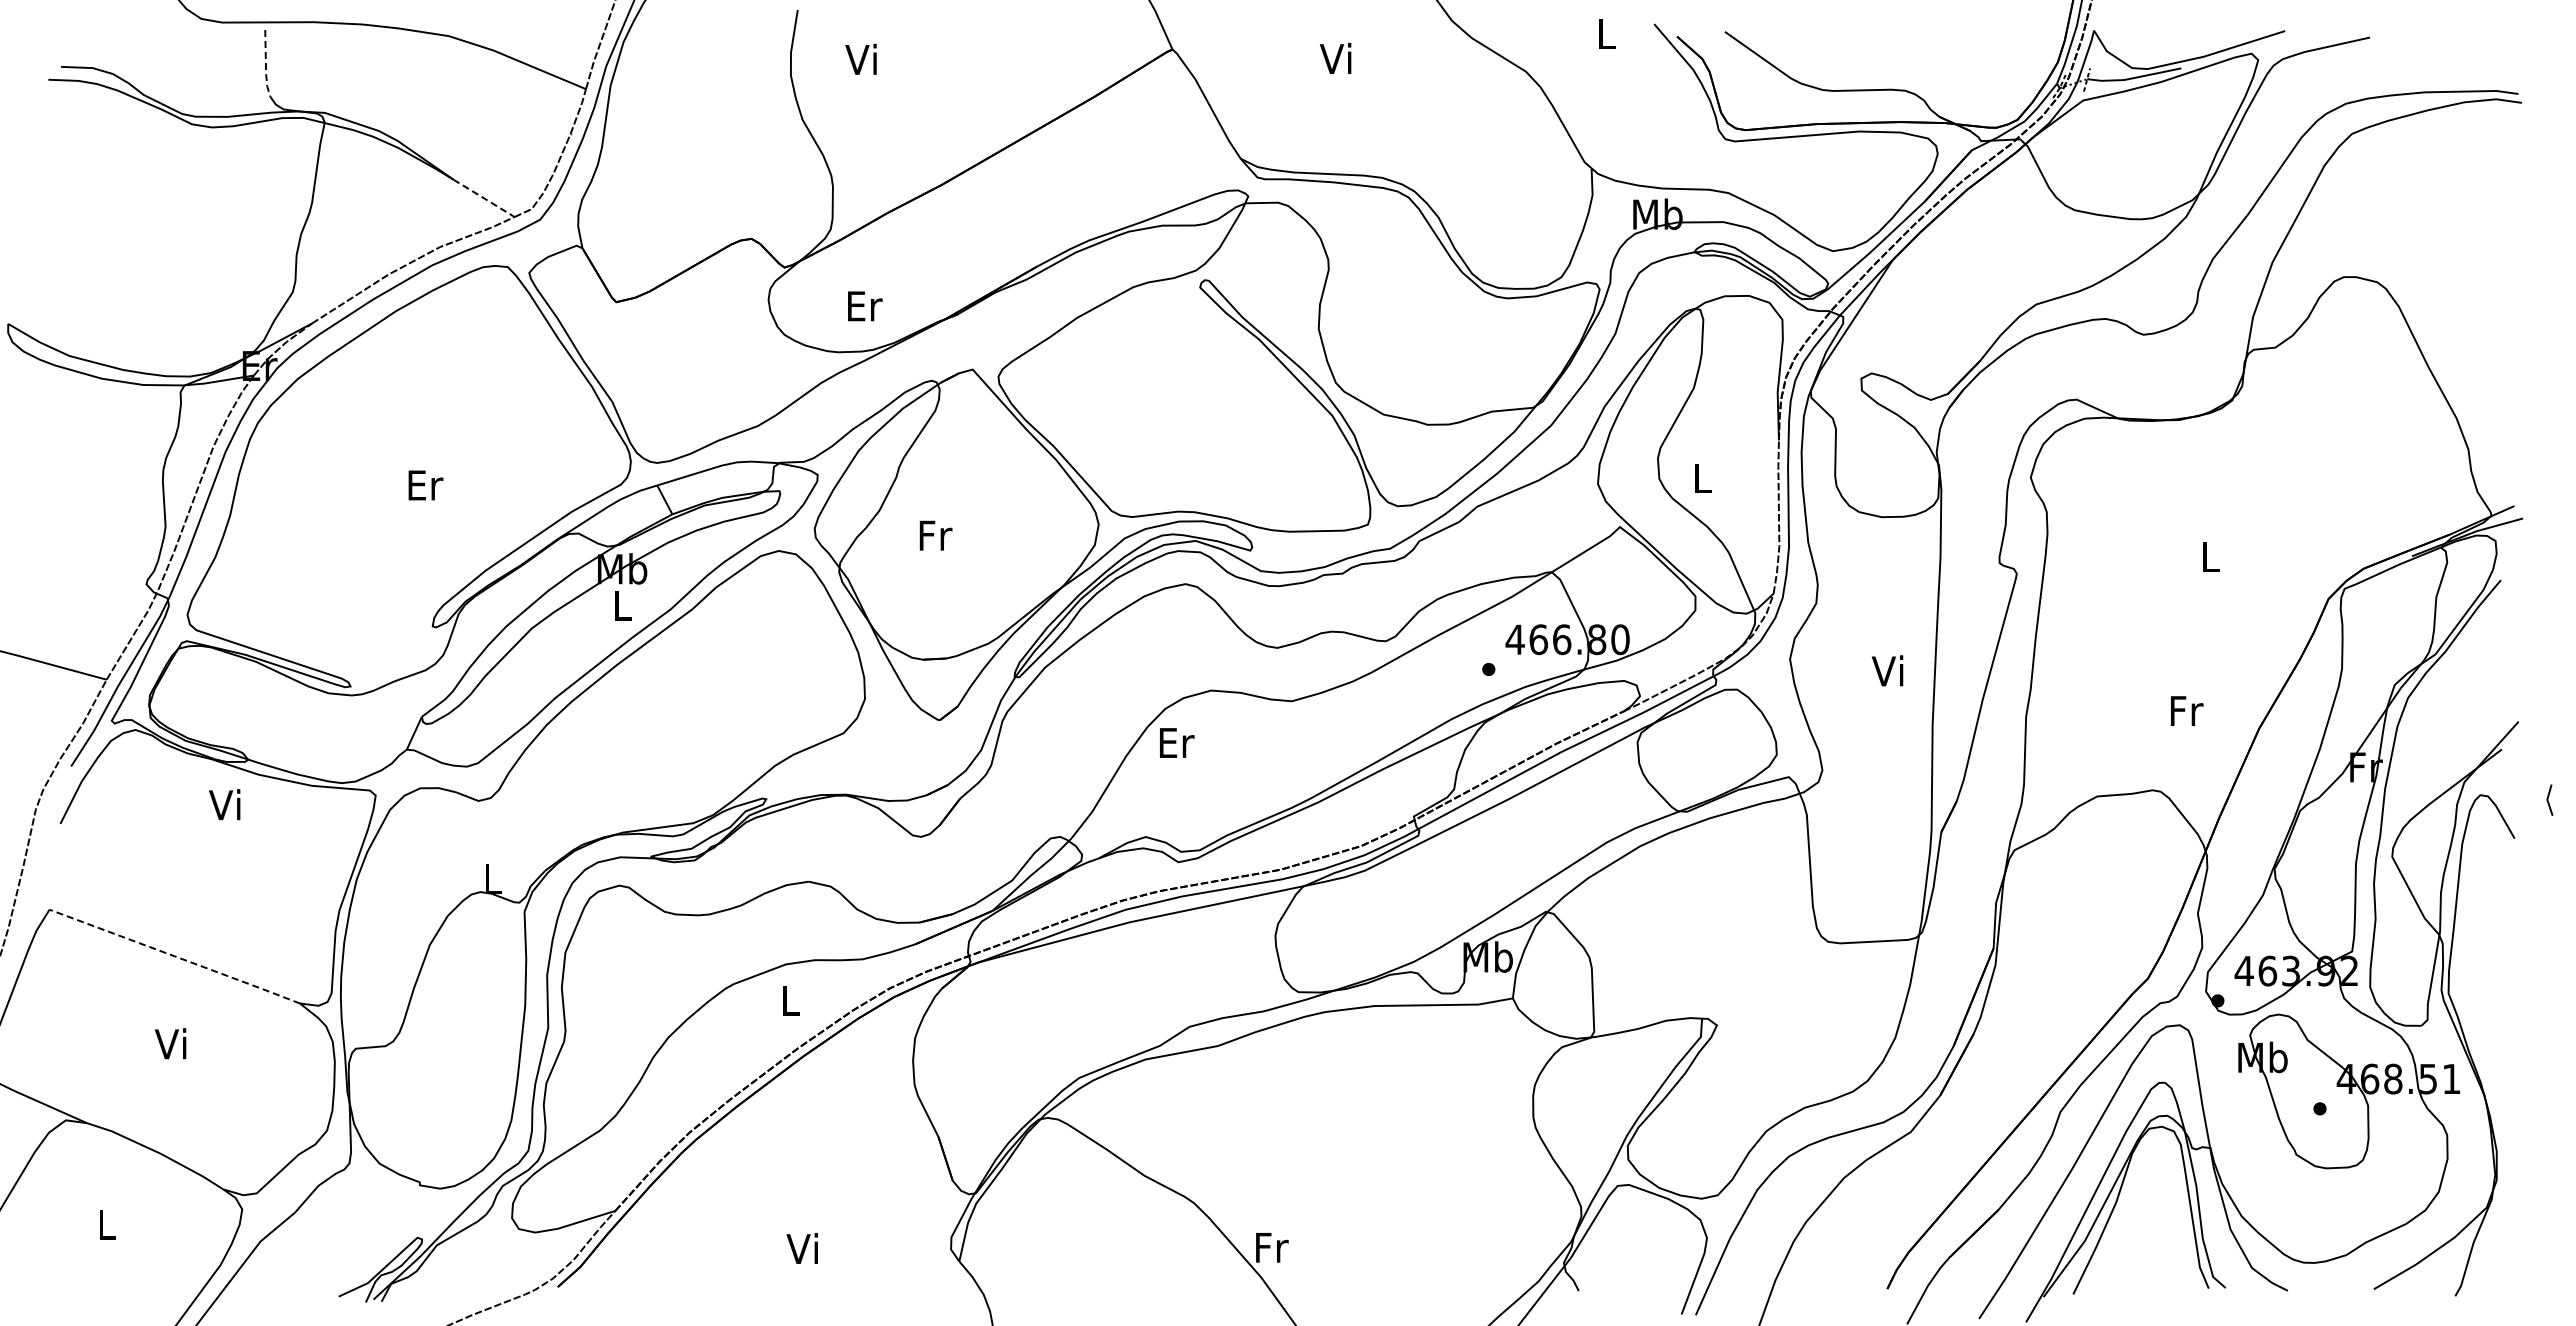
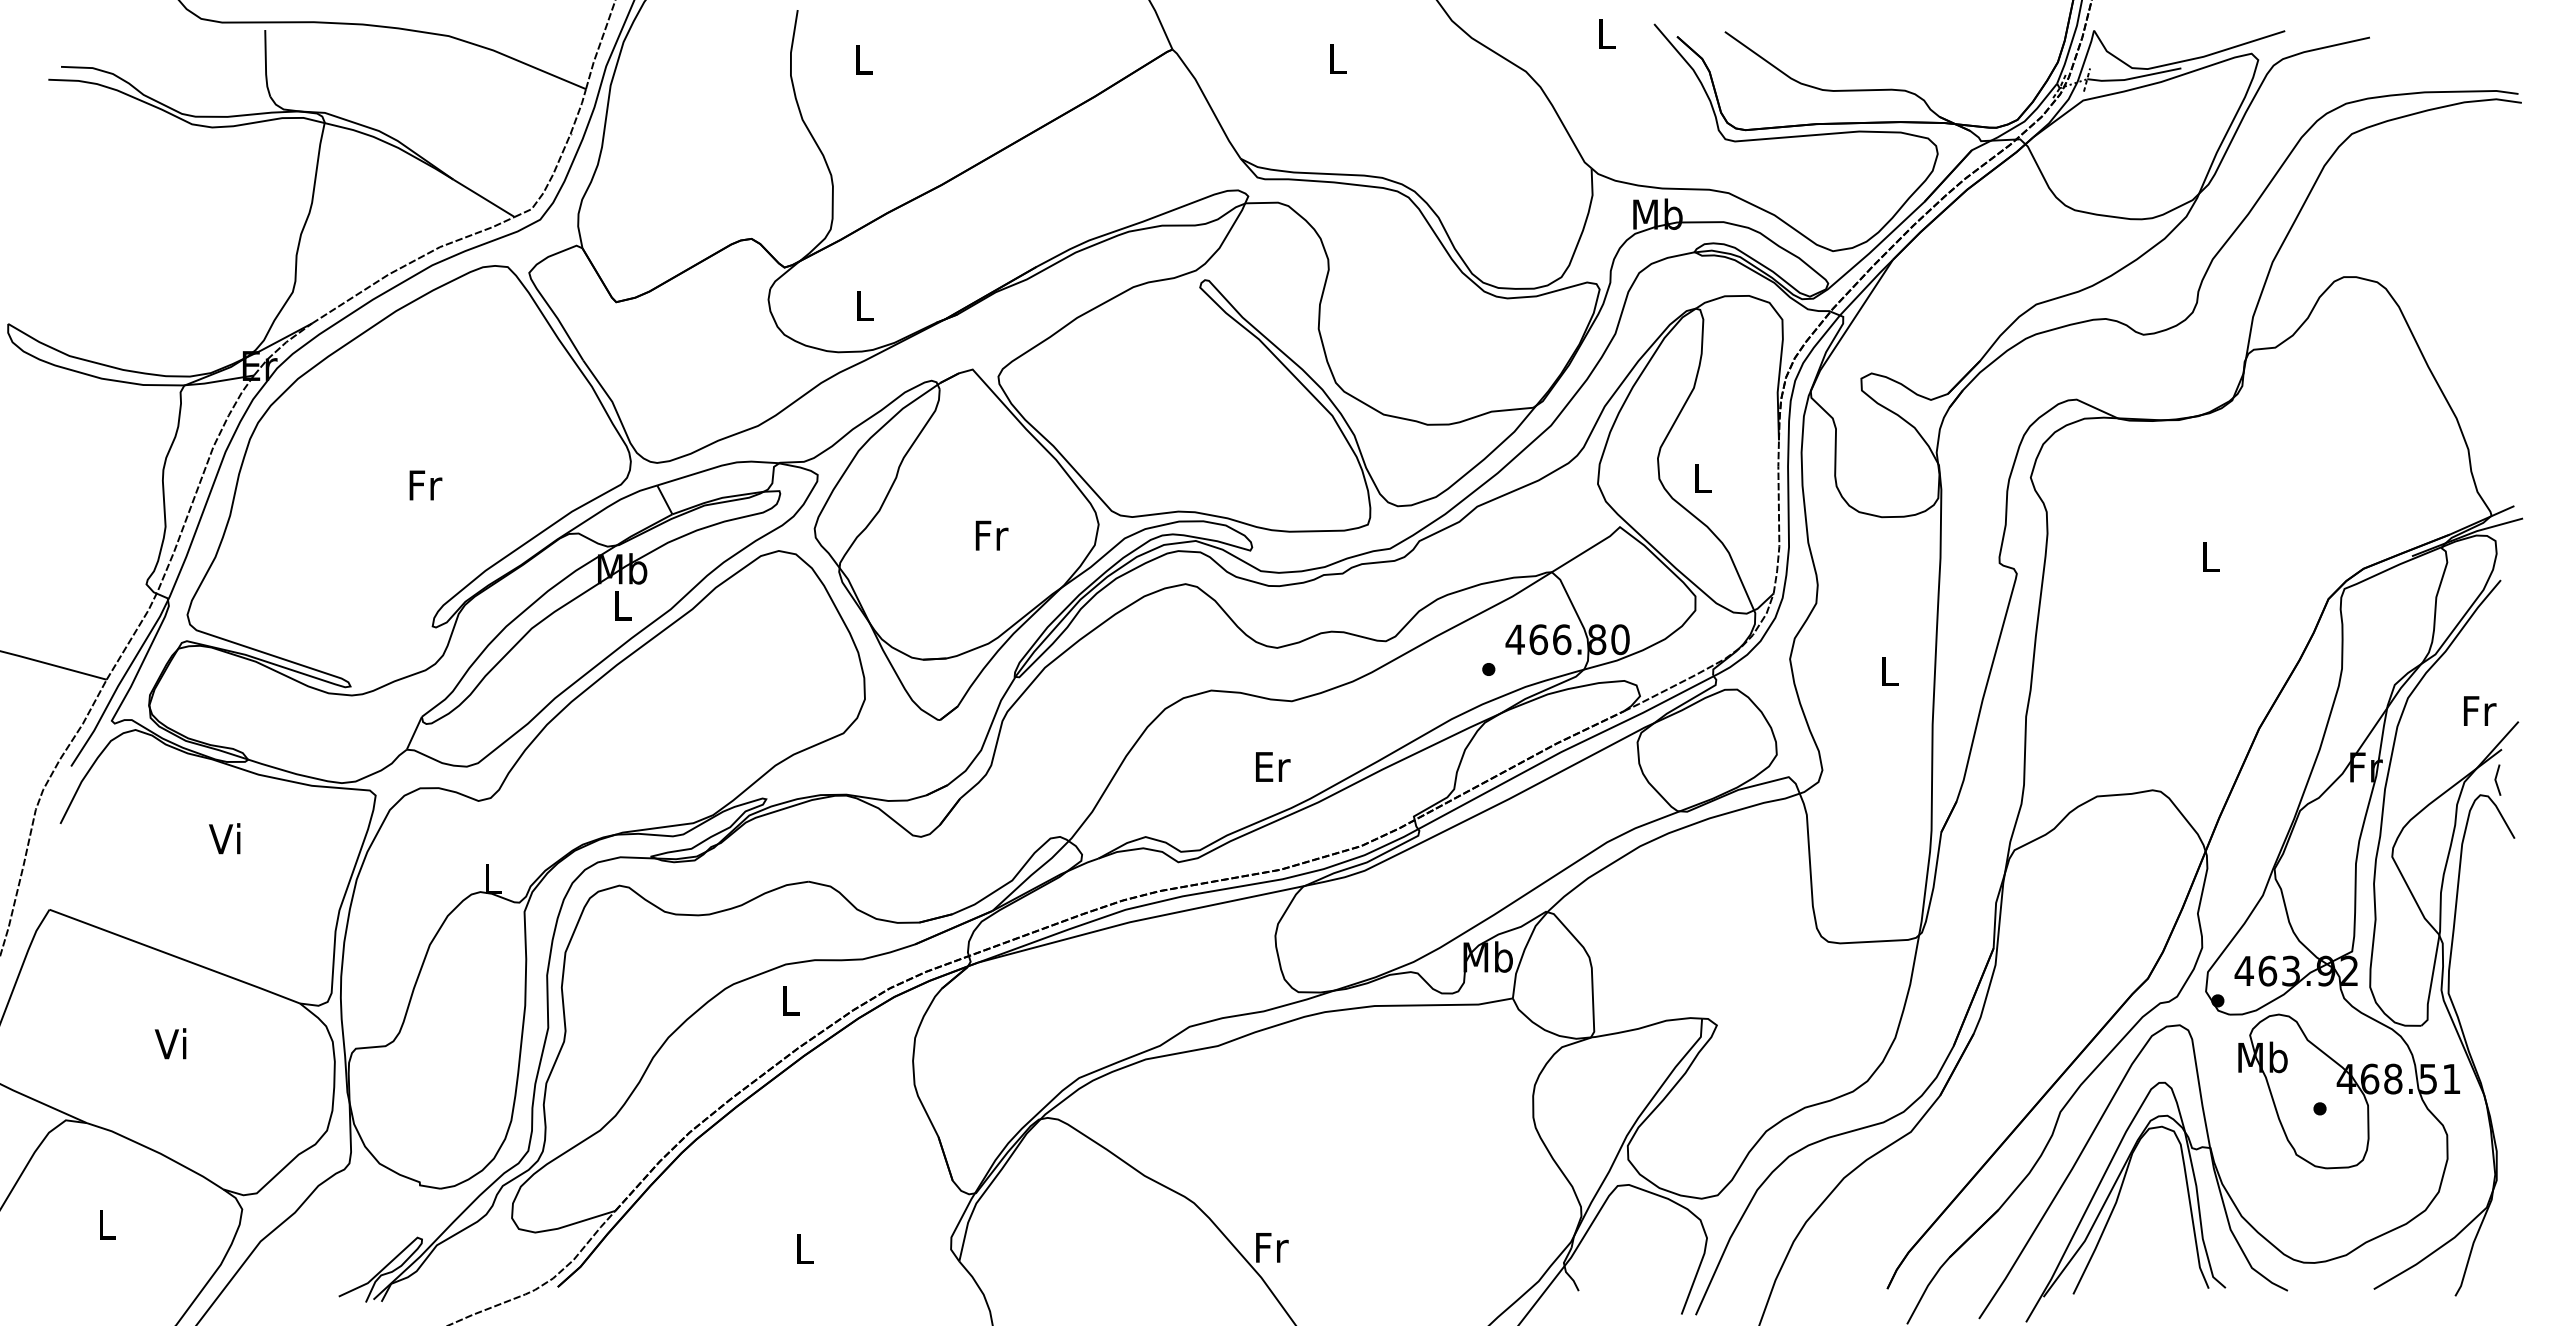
text at (860, 58): Vi -> L
text at (1335, 58): Vi -> L
line at (265, 65): dashed -> solid
line at (484, 198): dashed -> solid
text at (865, 306): Er -> L
text at (425, 485): Er -> Fr
text at (935, 535) position: (935, 535) -> (991, 535)
text at (1887, 670): Vi -> L
text at (2187, 710) position: (2187, 710) -> (2480, 710)
text at (1177, 742) position: (1177, 742) -> (1273, 766)
line at (2548, 799) position: (2548, 799) -> (2496, 779)
text at (224, 804) position: (224, 804) -> (224, 838)
line at (175, 956): dashed -> solid
text at (801, 1248): Vi -> L
